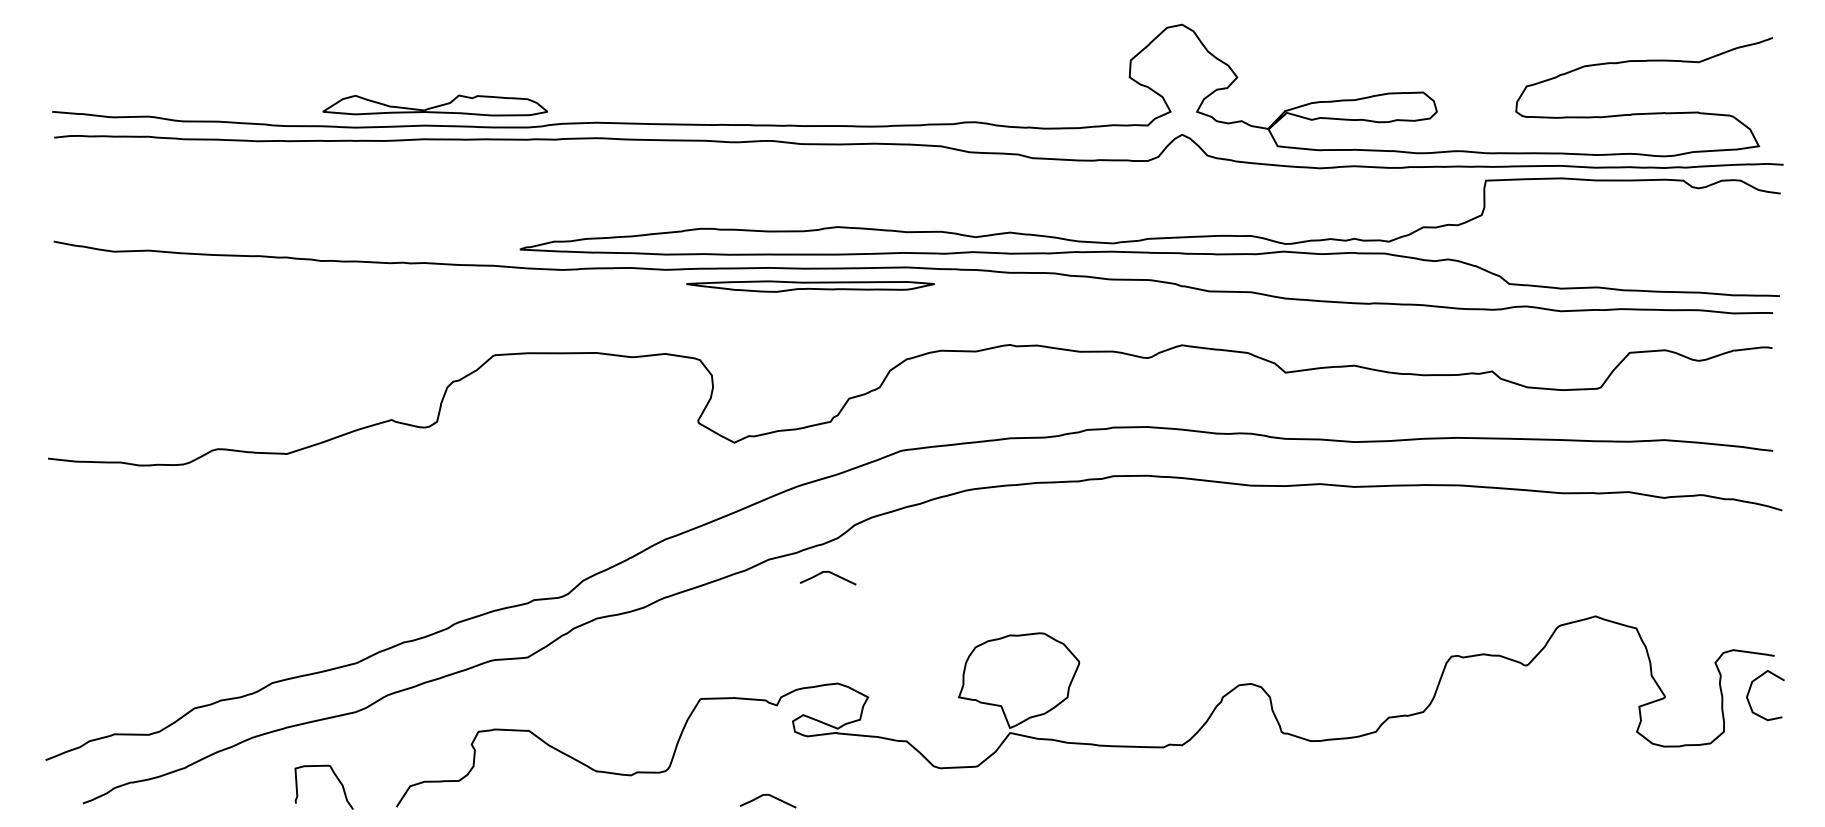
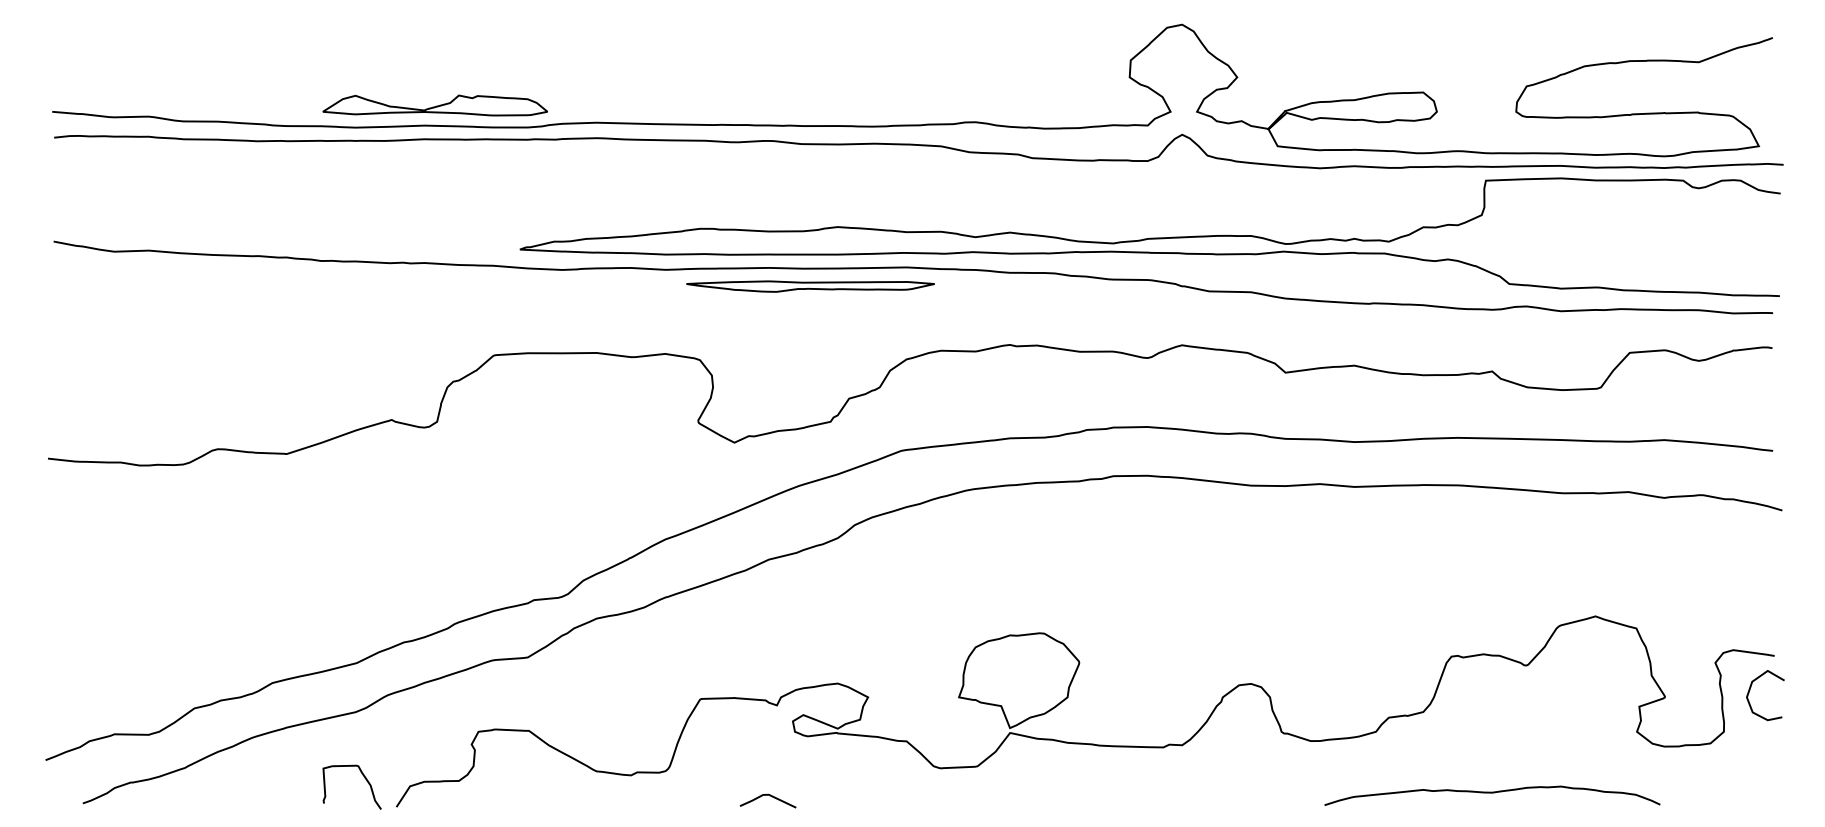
curve at (829, 573): present -> none
curve at (336, 778) position: (336, 778) -> (364, 778)
curve at (1492, 793): none -> present
